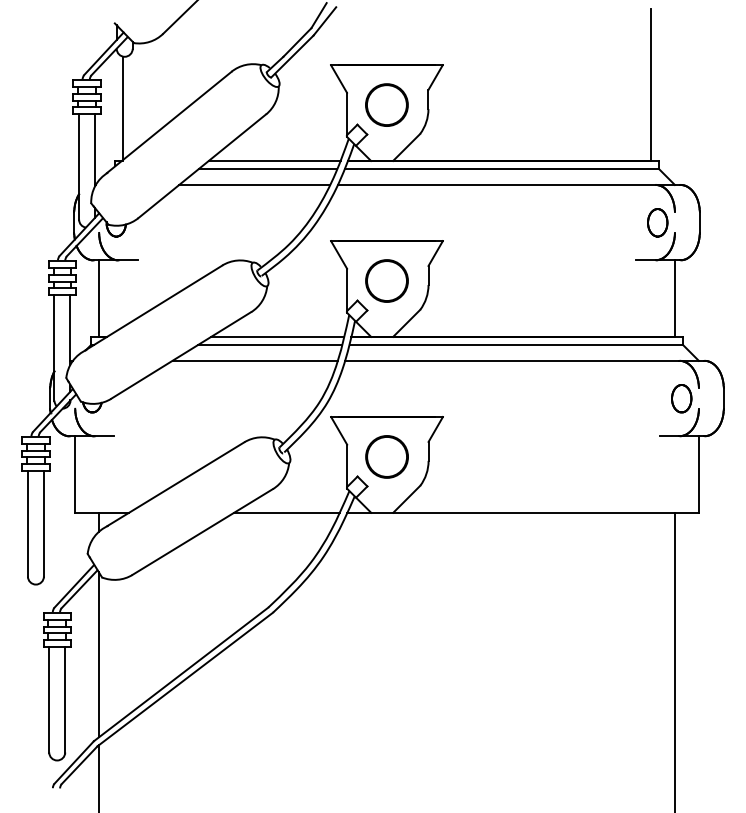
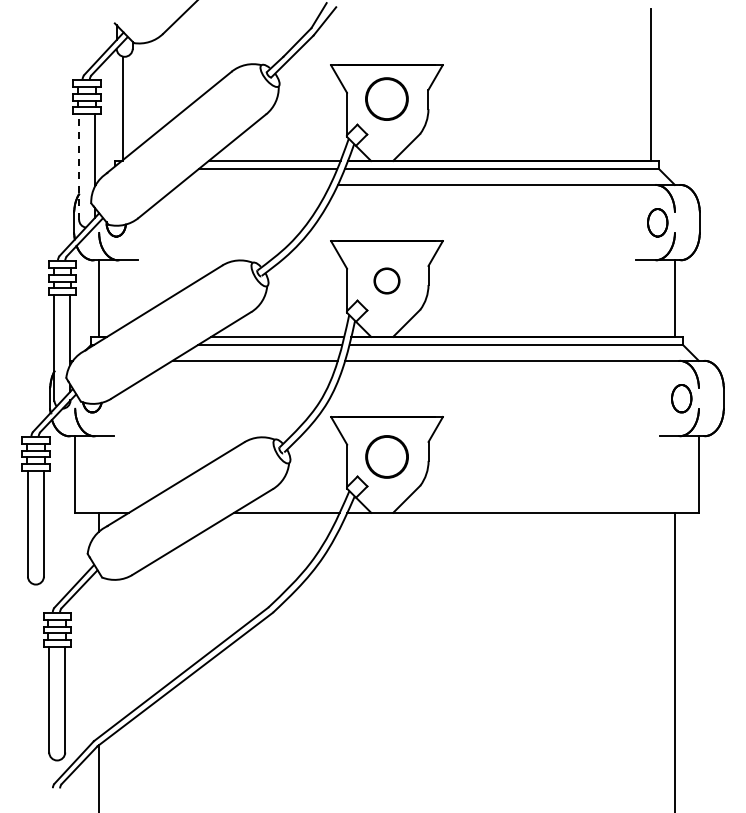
circle at (386, 104) position: (386, 104) -> (386, 98)
line at (79, 166): solid -> dashed
line at (254, 184): present -> none
circle at (386, 280) size: 44x44 px -> 28x28 px
line at (99, 654): present -> none
